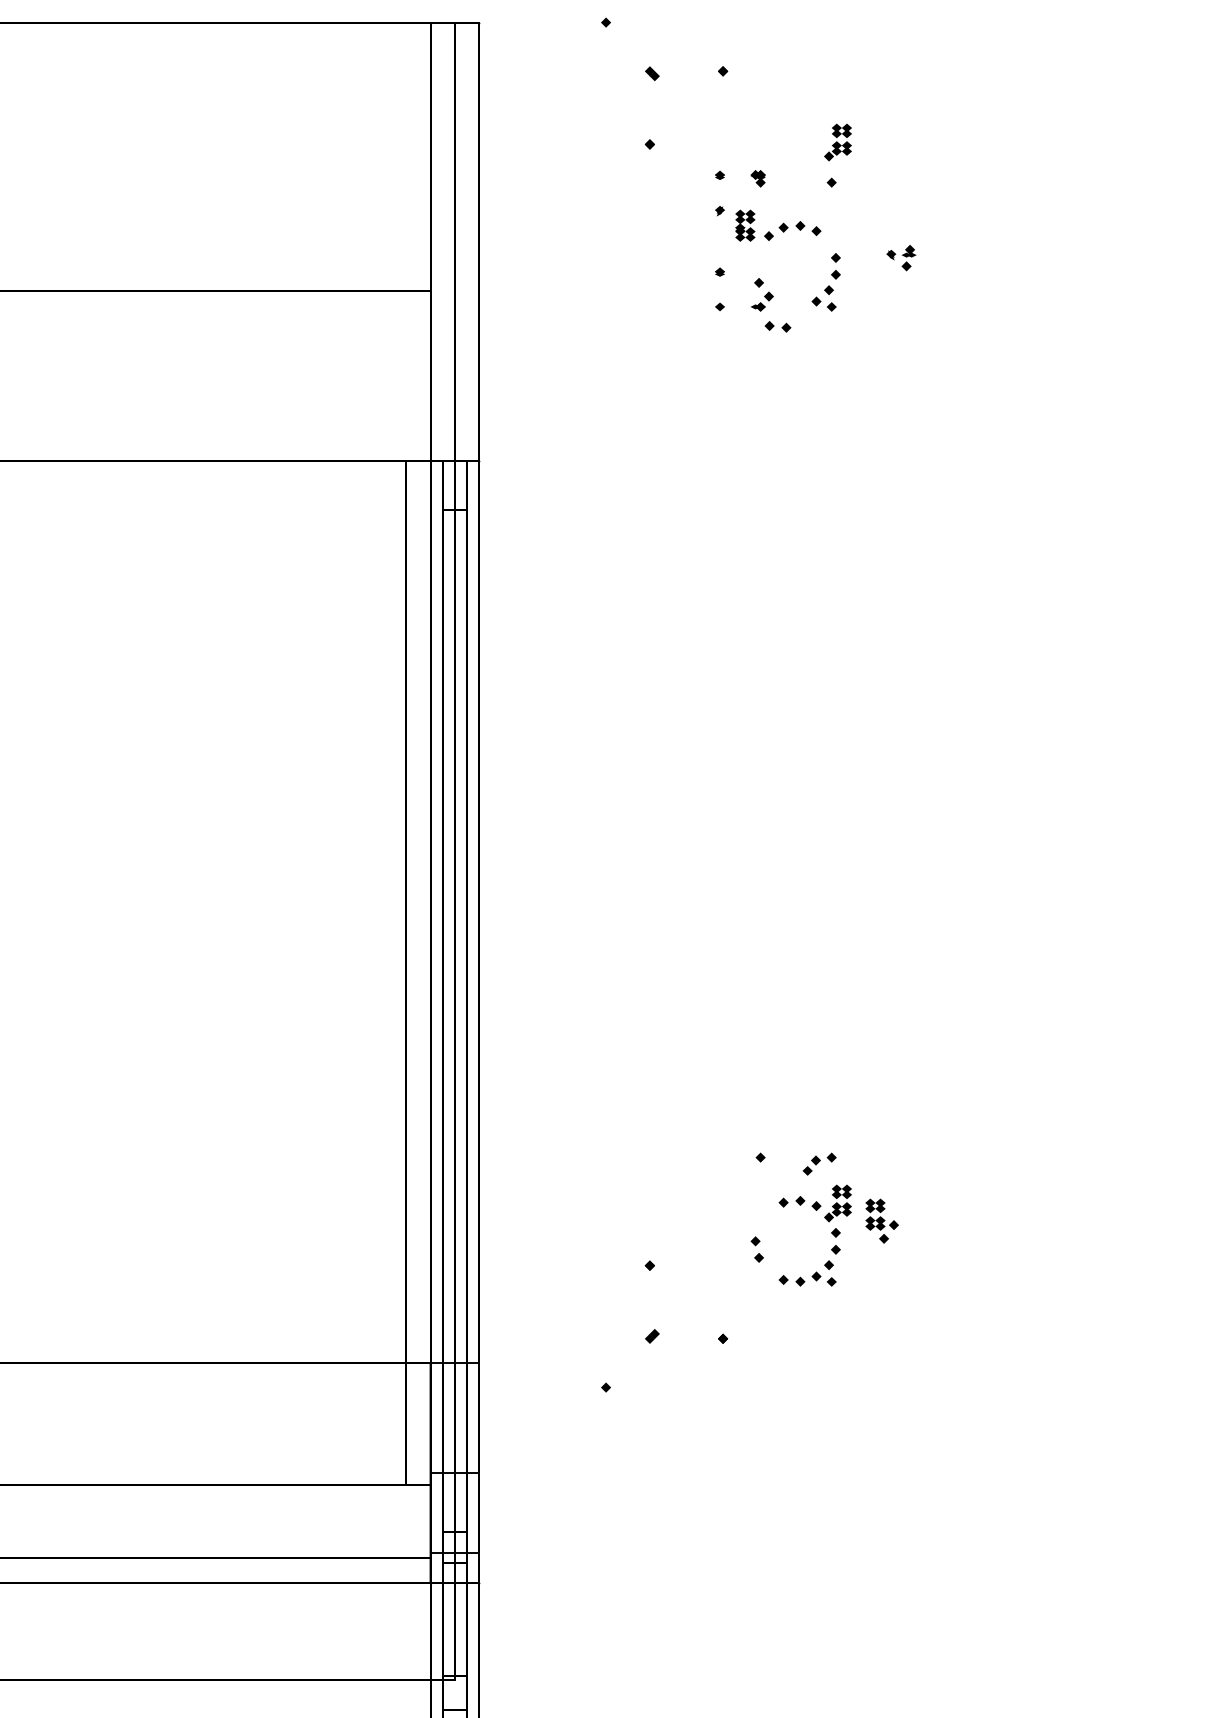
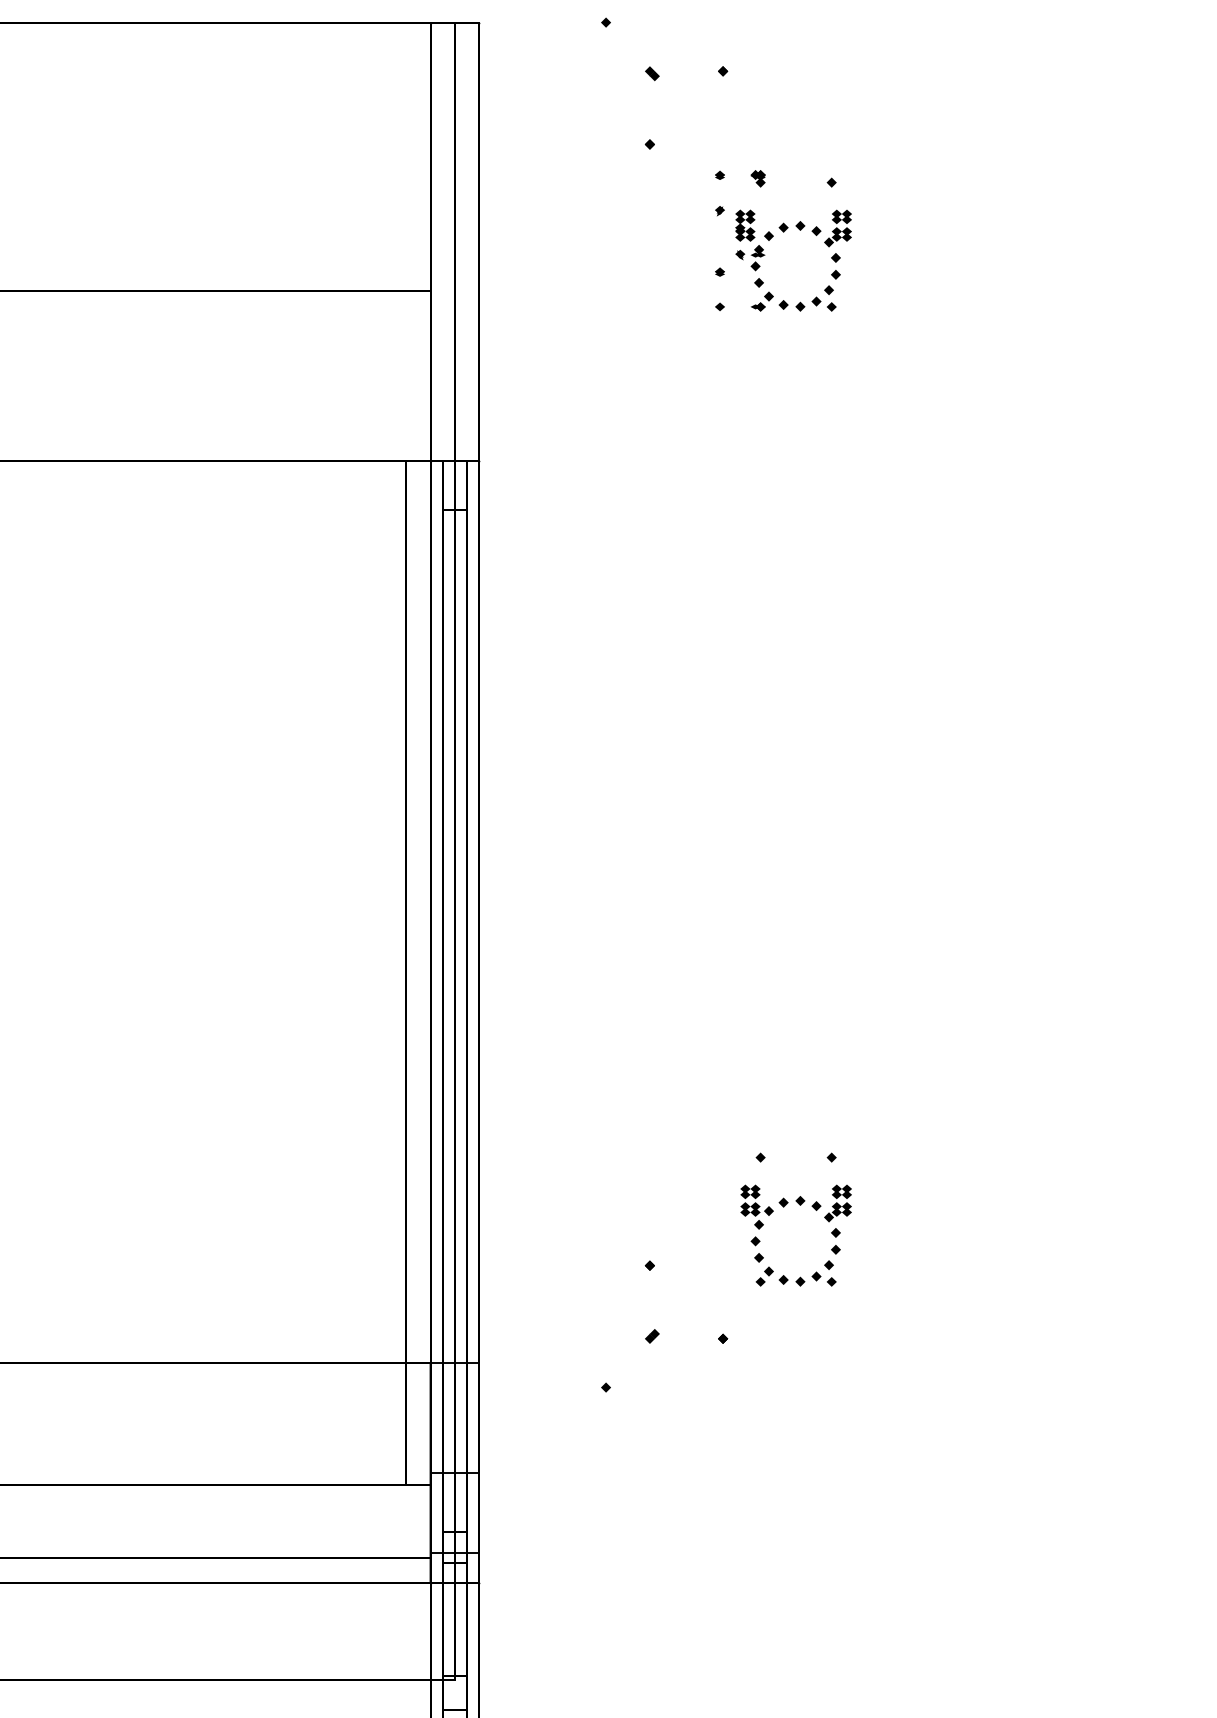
part at (837, 142) position: (837, 142) -> (837, 228)
part at (901, 258) position: (901, 258) -> (750, 258)
part at (777, 326) position: (777, 326) -> (791, 305)
part at (811, 1165) position: (811, 1165) -> (764, 1276)
part at (881, 1220) position: (881, 1220) -> (756, 1206)
